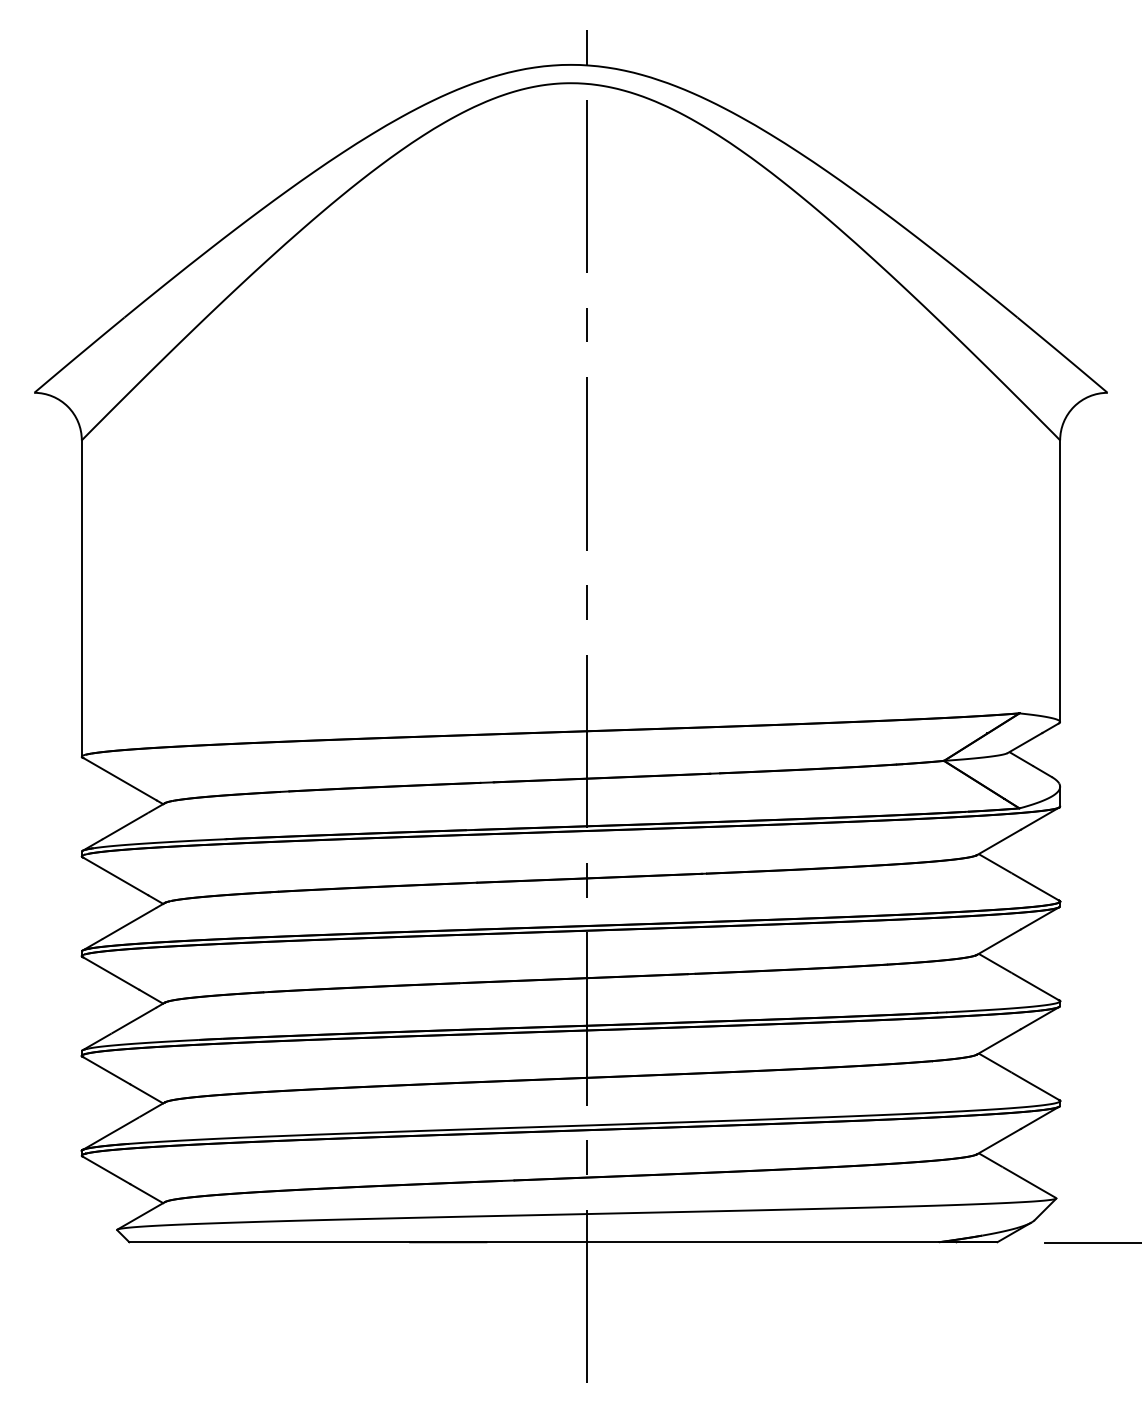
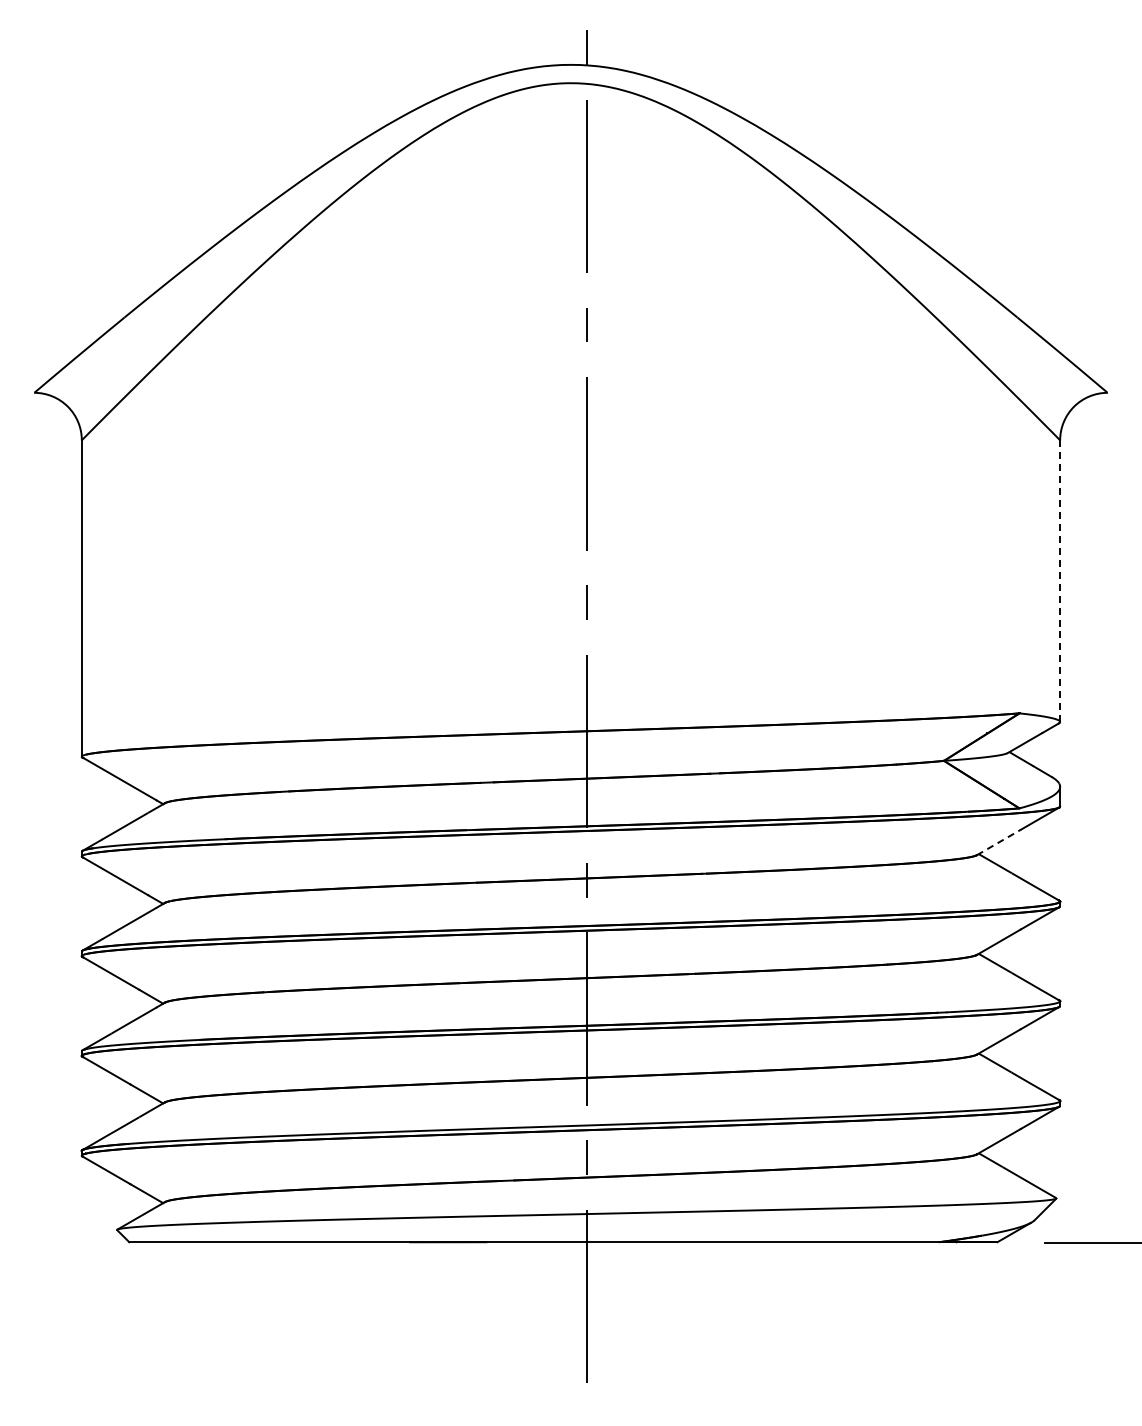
line at (1060, 581): solid -> dashed
line at (999, 842): solid -> dashed
